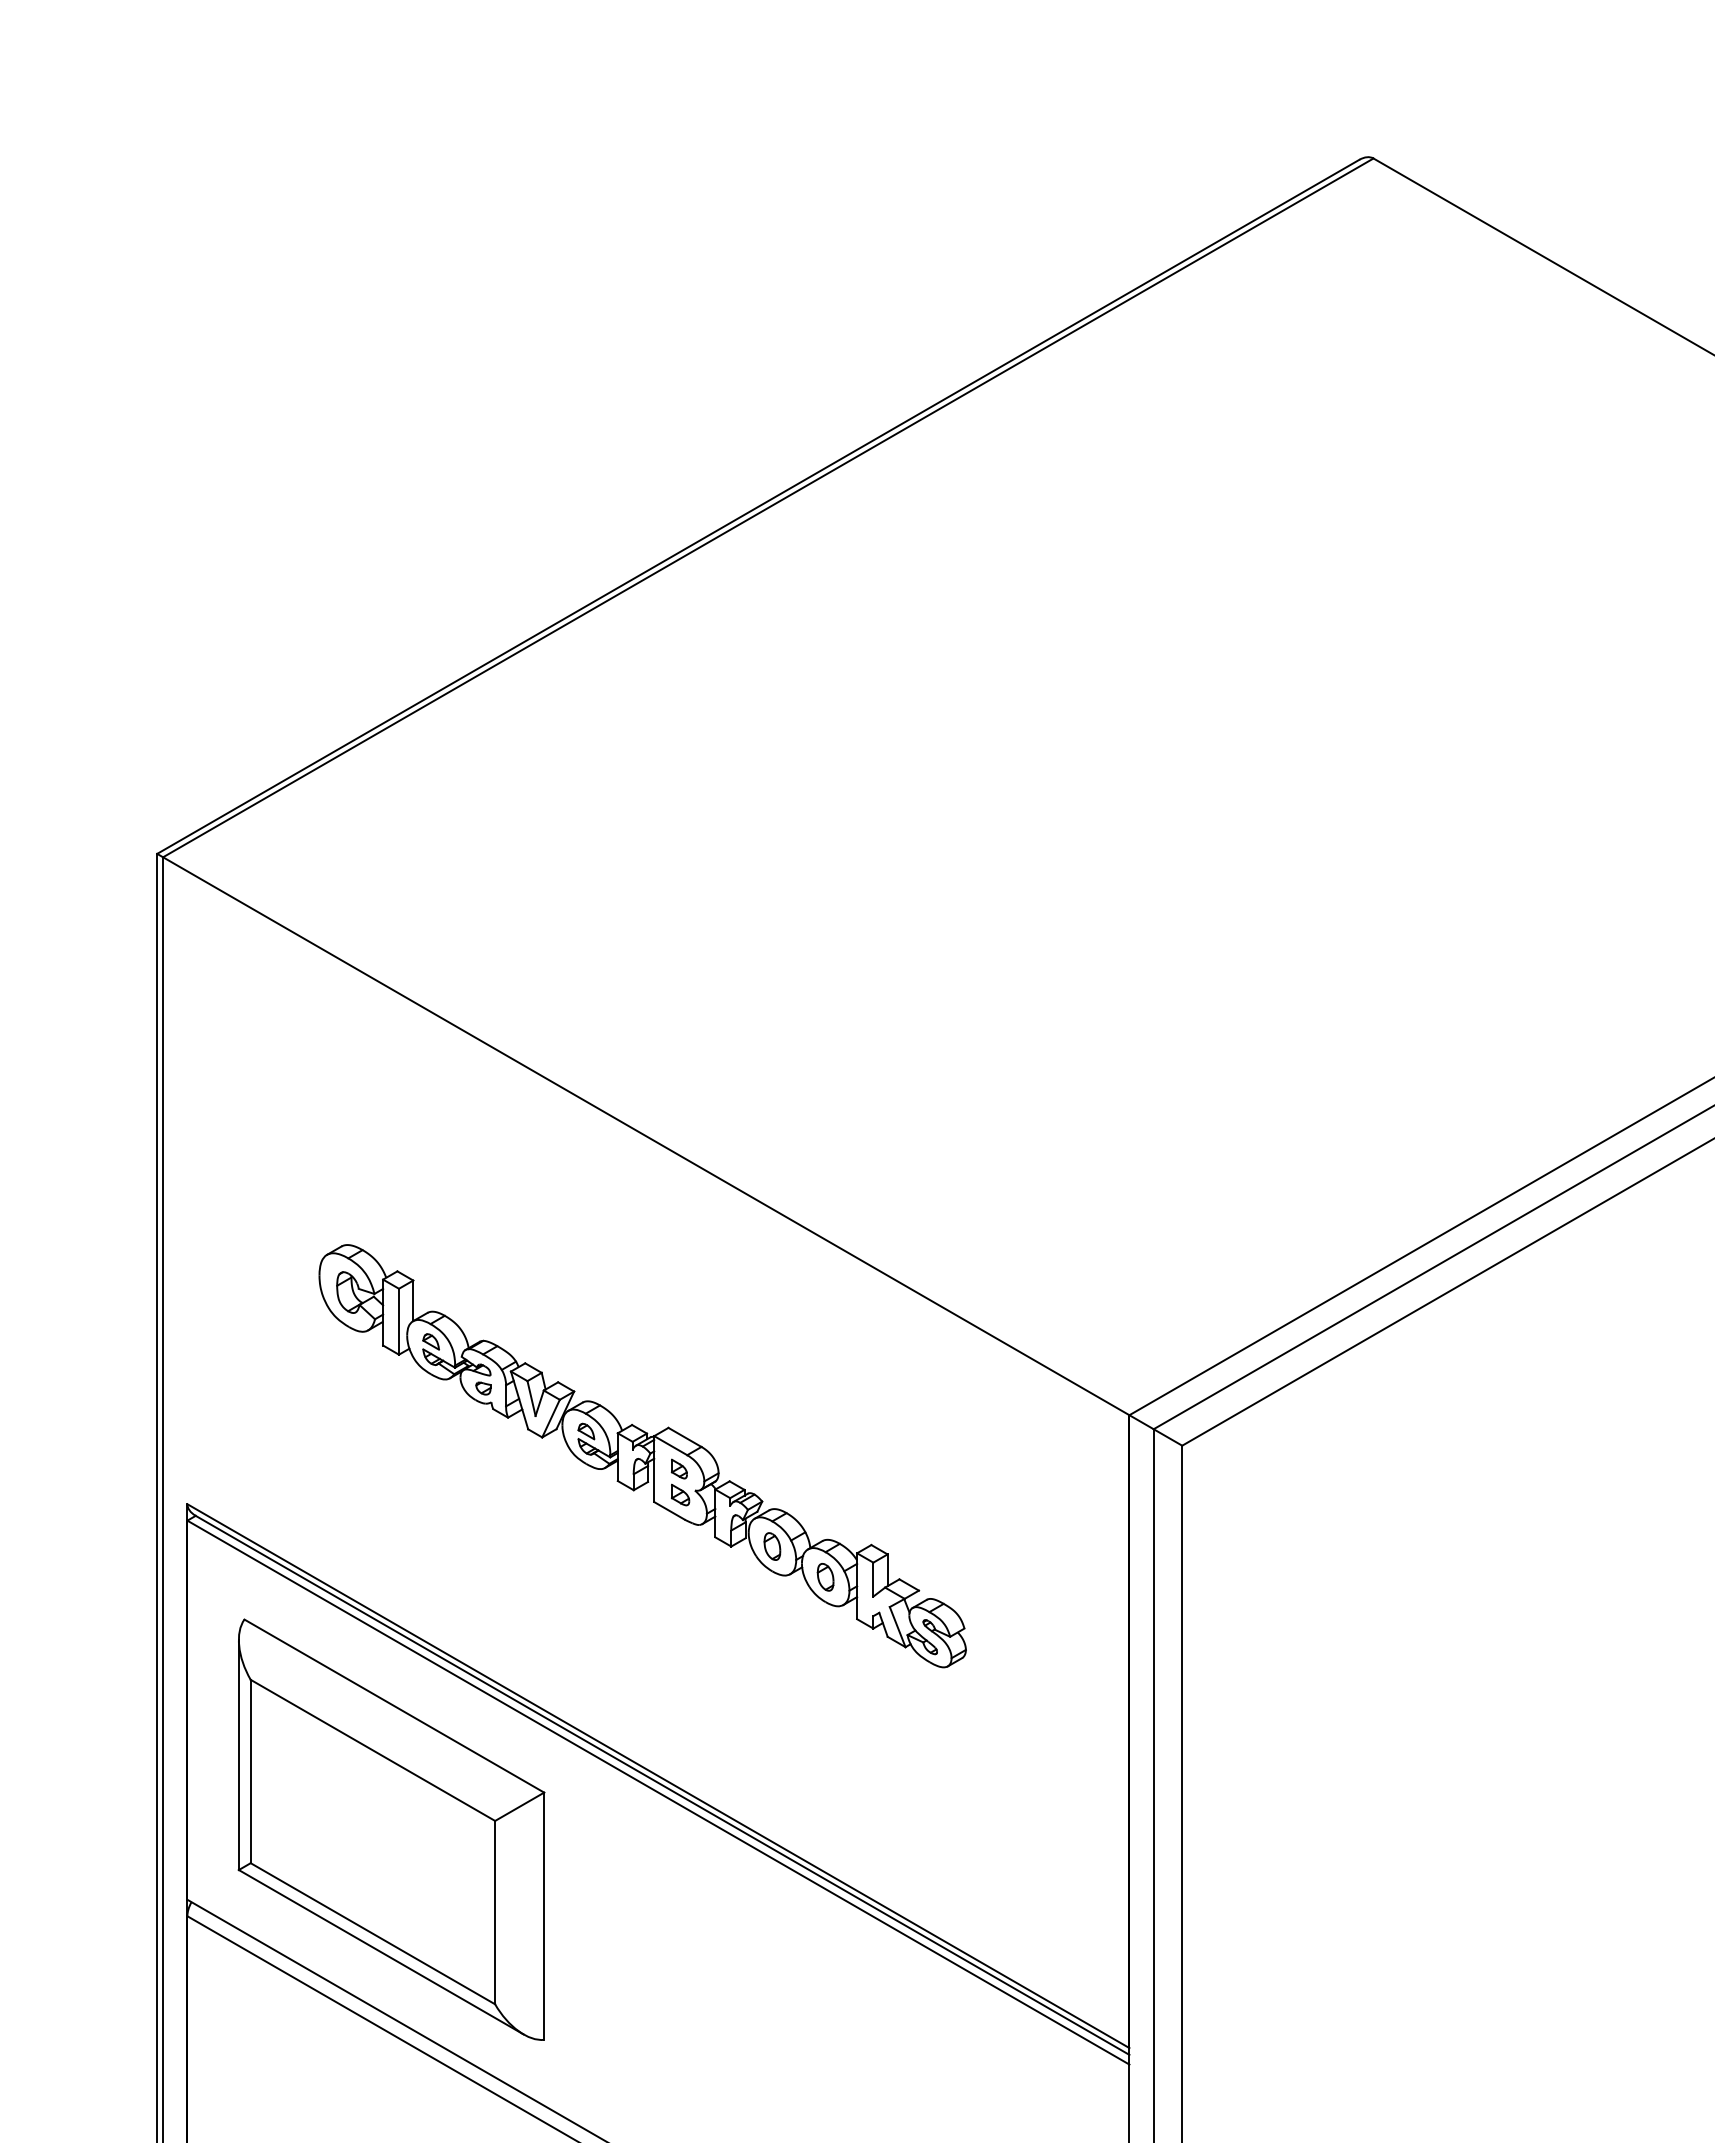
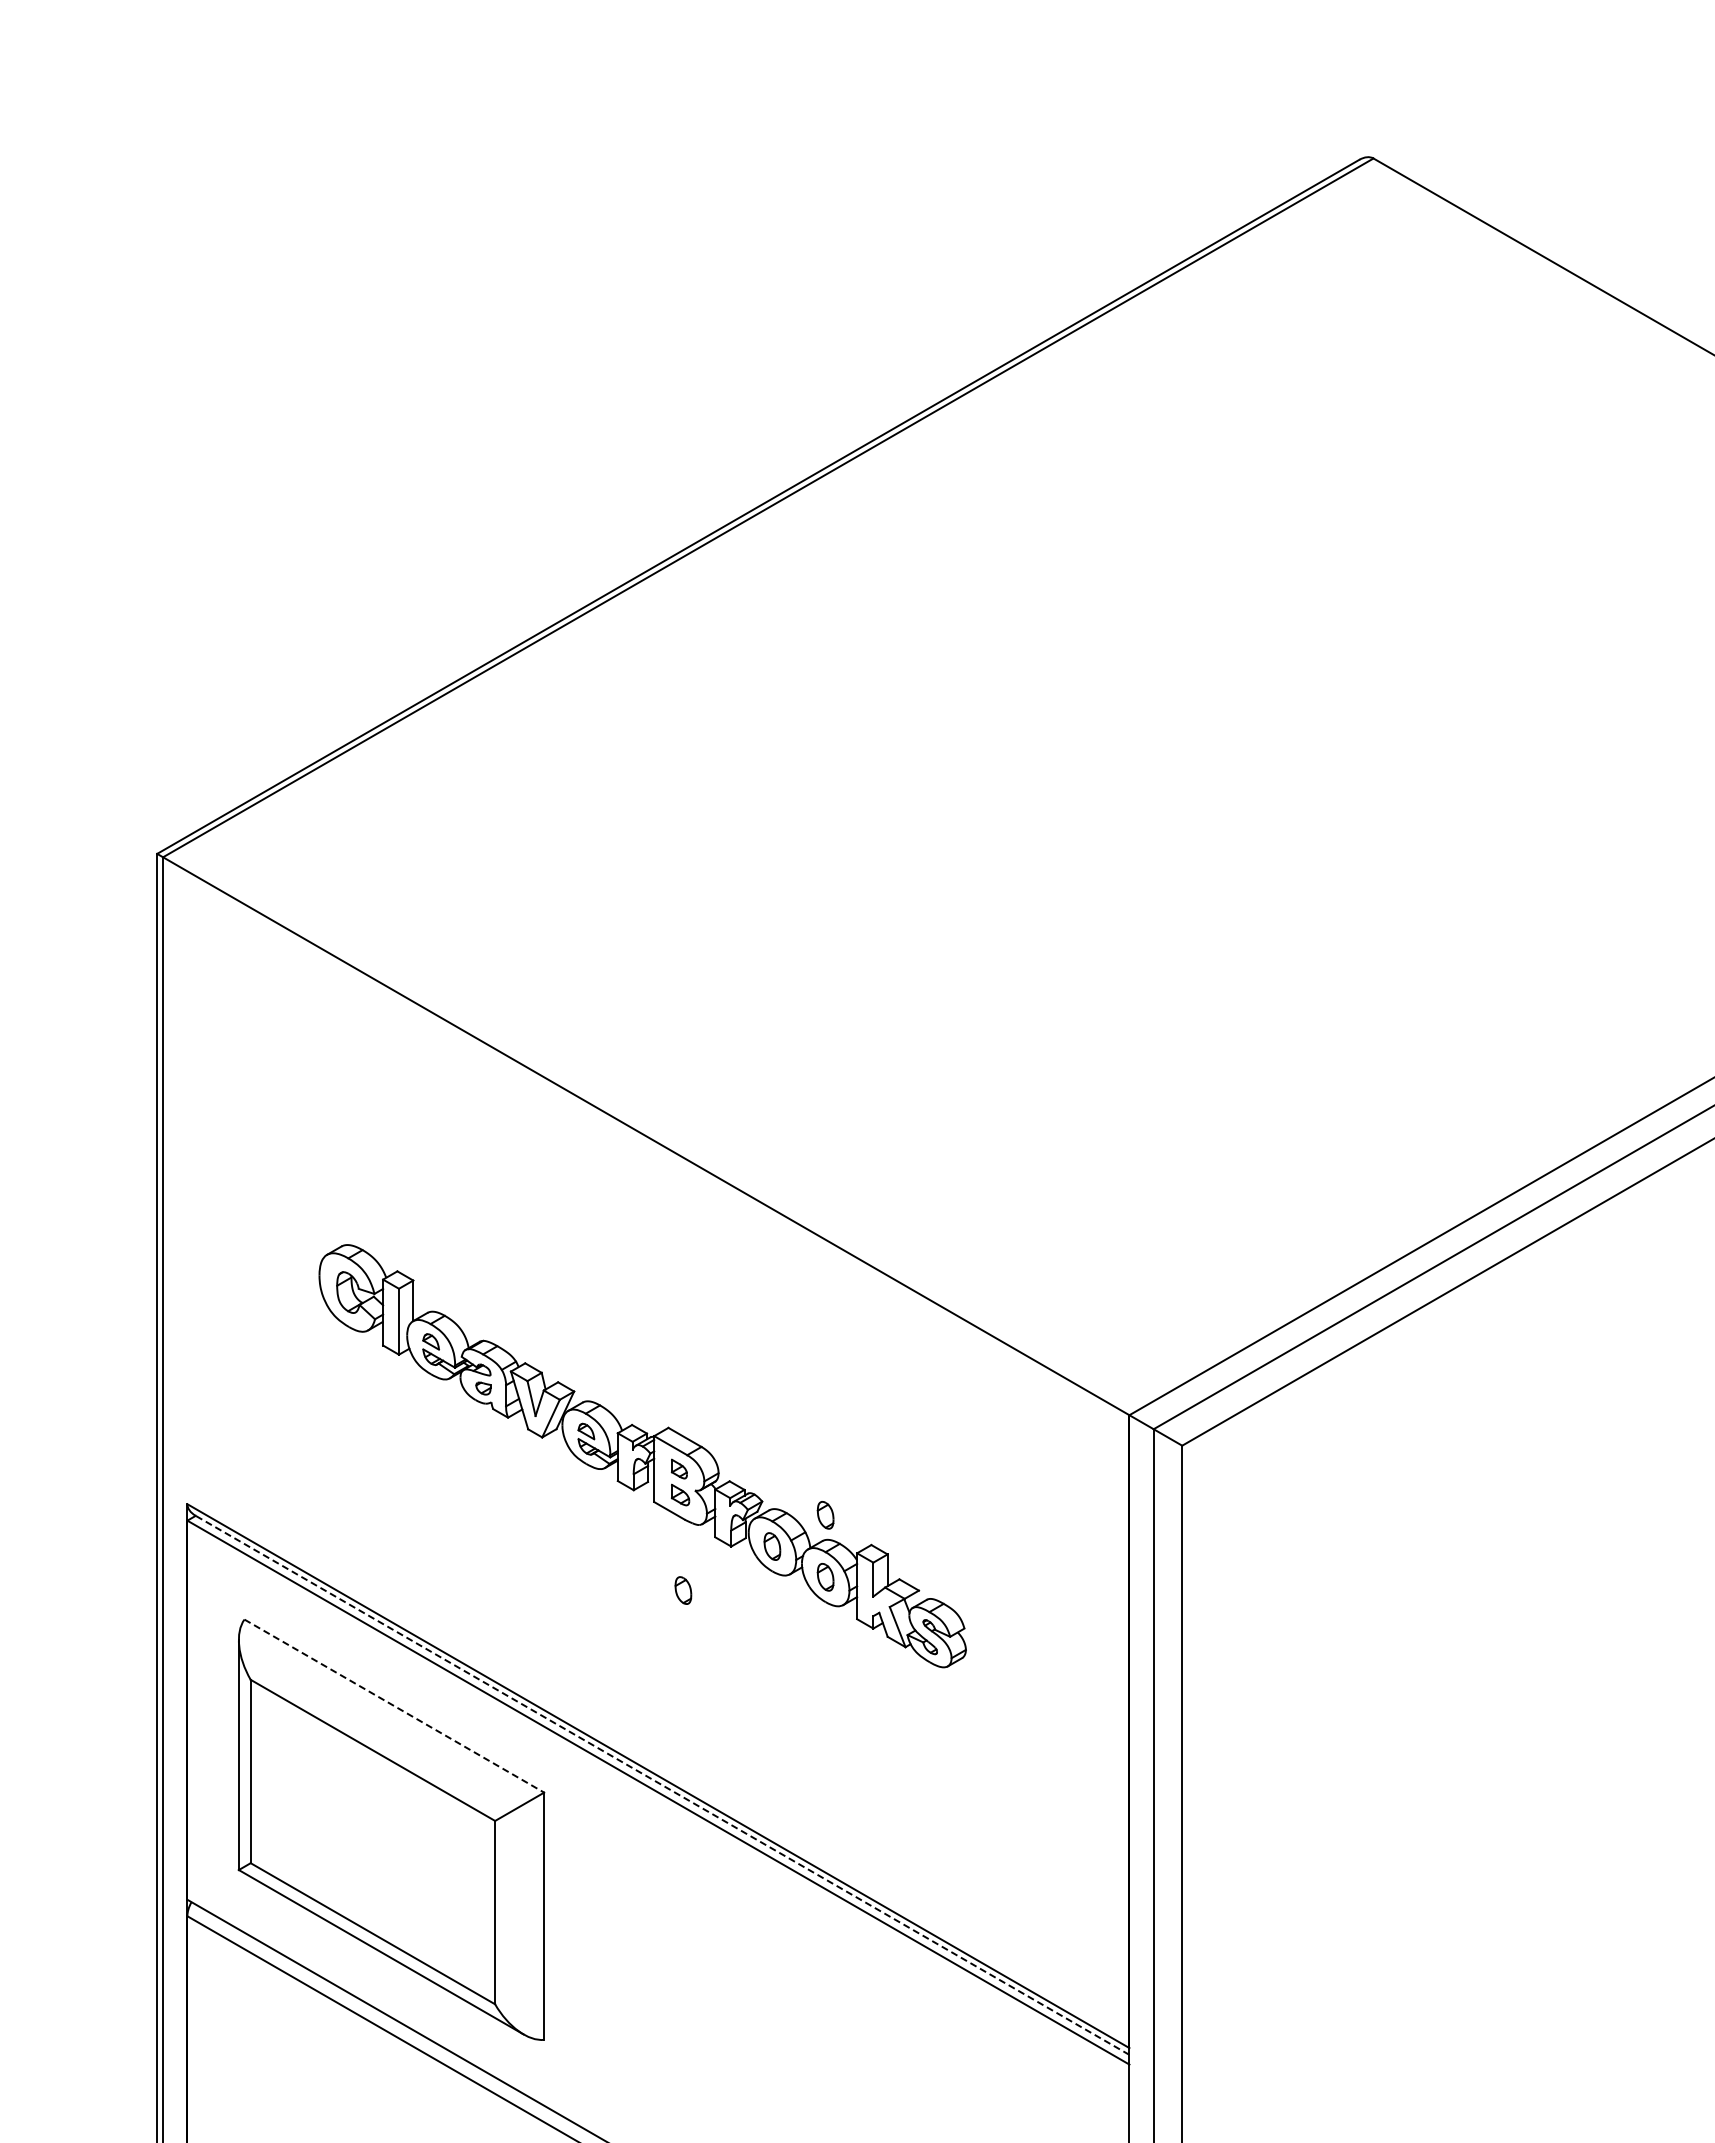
part at (825, 1515): none -> present
part at (683, 1590): none -> present
line at (394, 1706): solid -> dashed
line at (662, 1785): solid -> dashed
